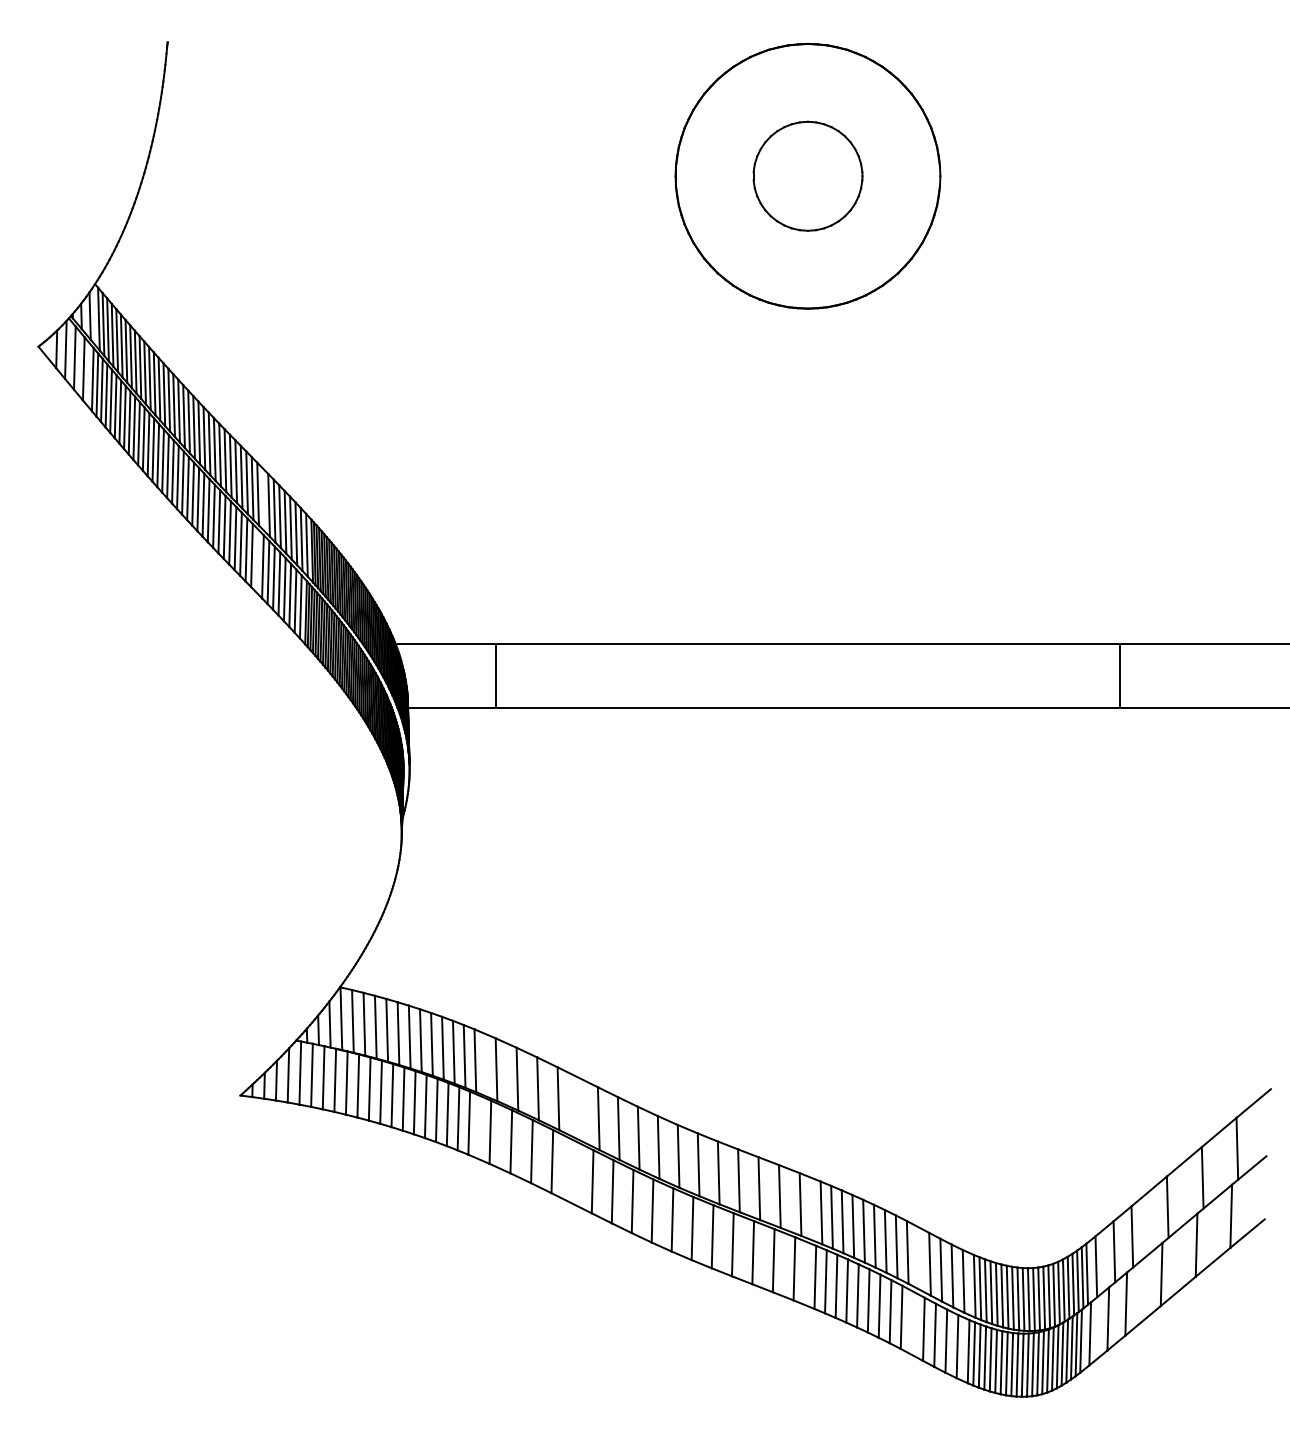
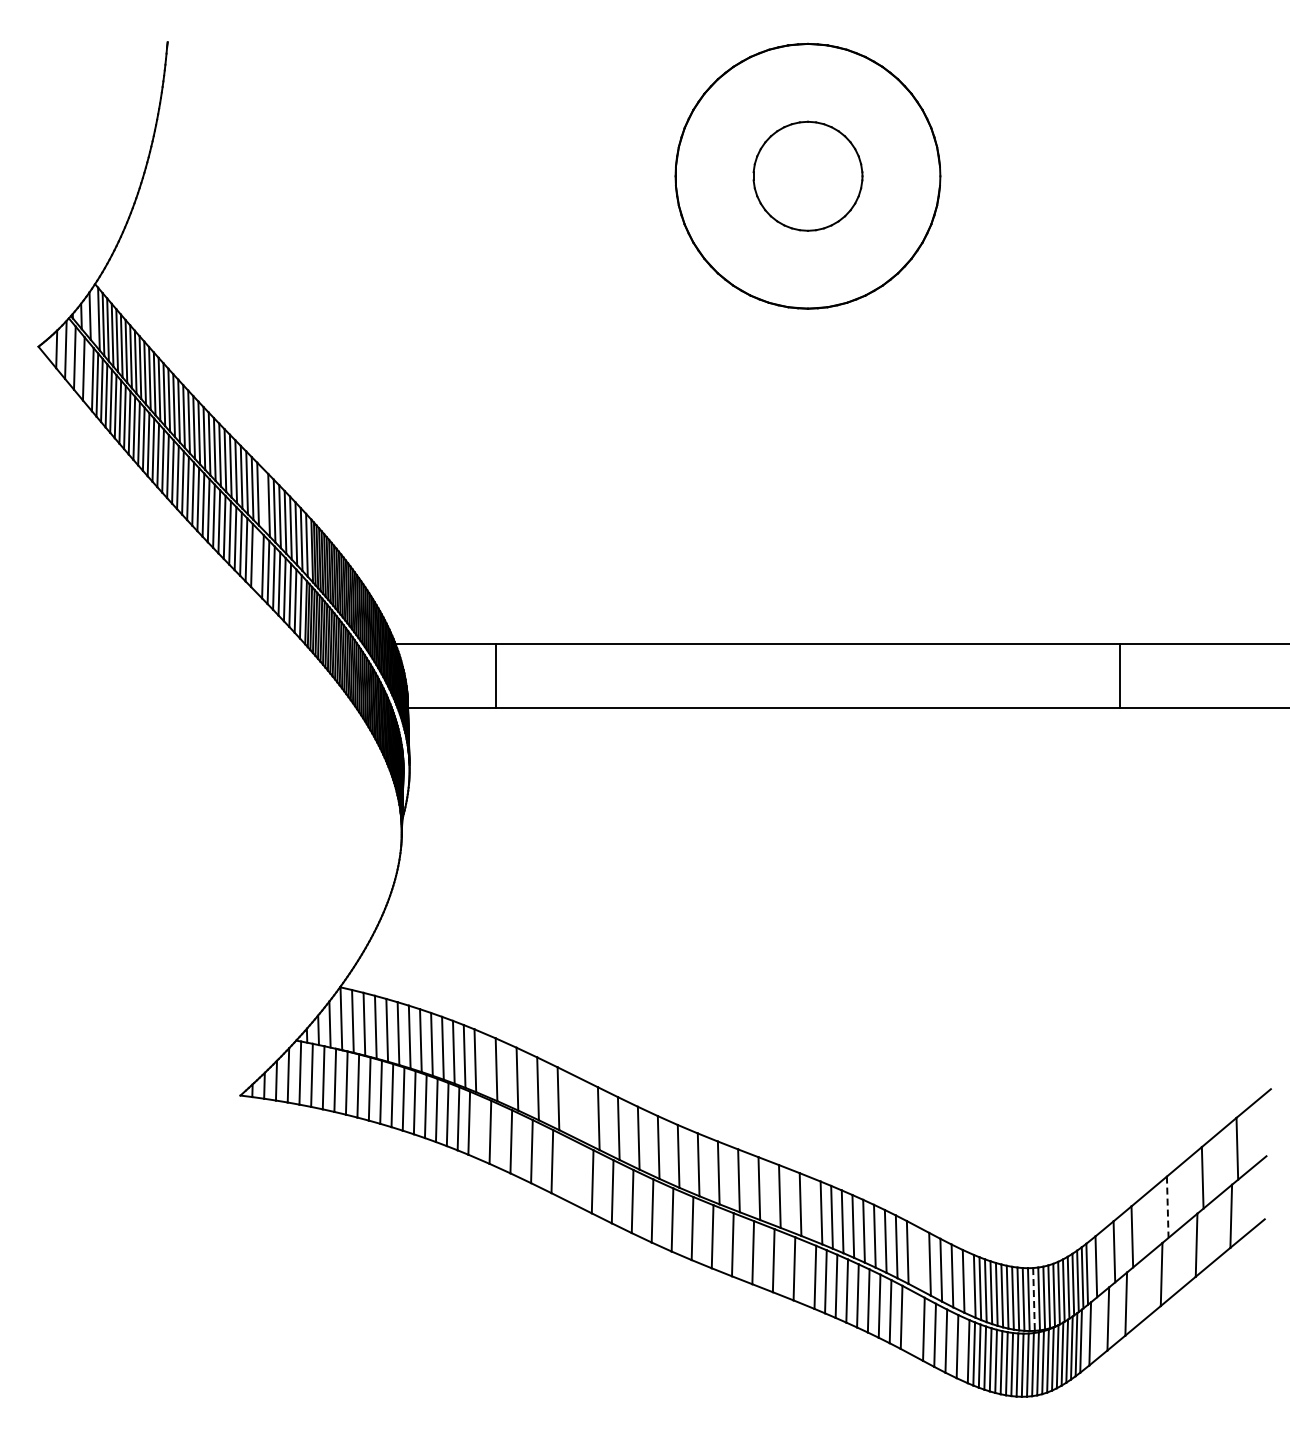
line at (1167, 1207): solid -> dashed
line at (1034, 1299): solid -> dashed
